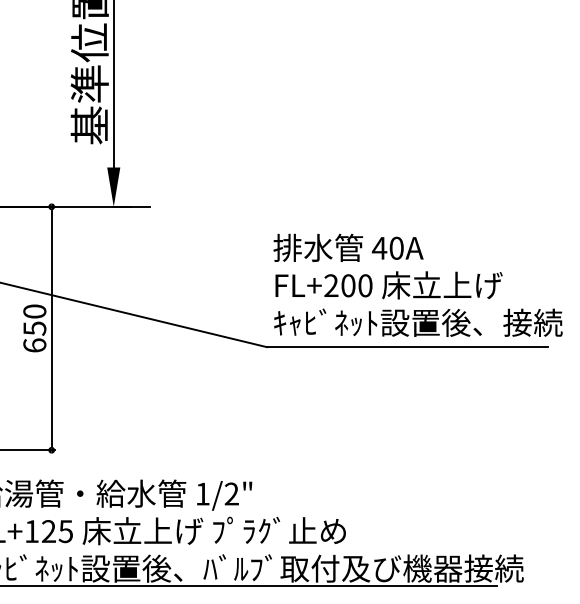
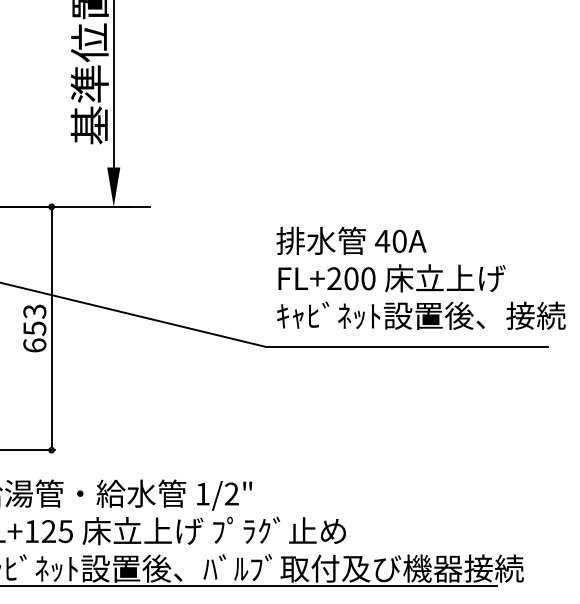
text at (417, 284) position: (417, 284) -> (420, 277)
text at (34, 311): 650 -> 653
